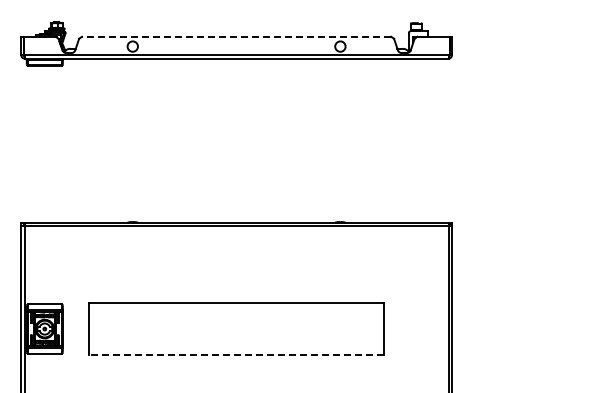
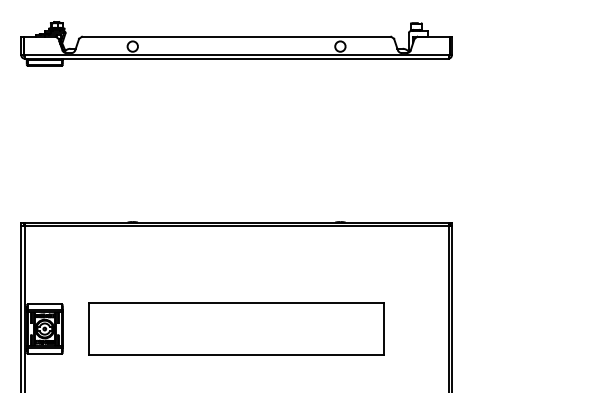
line at (236, 36): dashed -> solid
line at (236, 354): dashed -> solid
